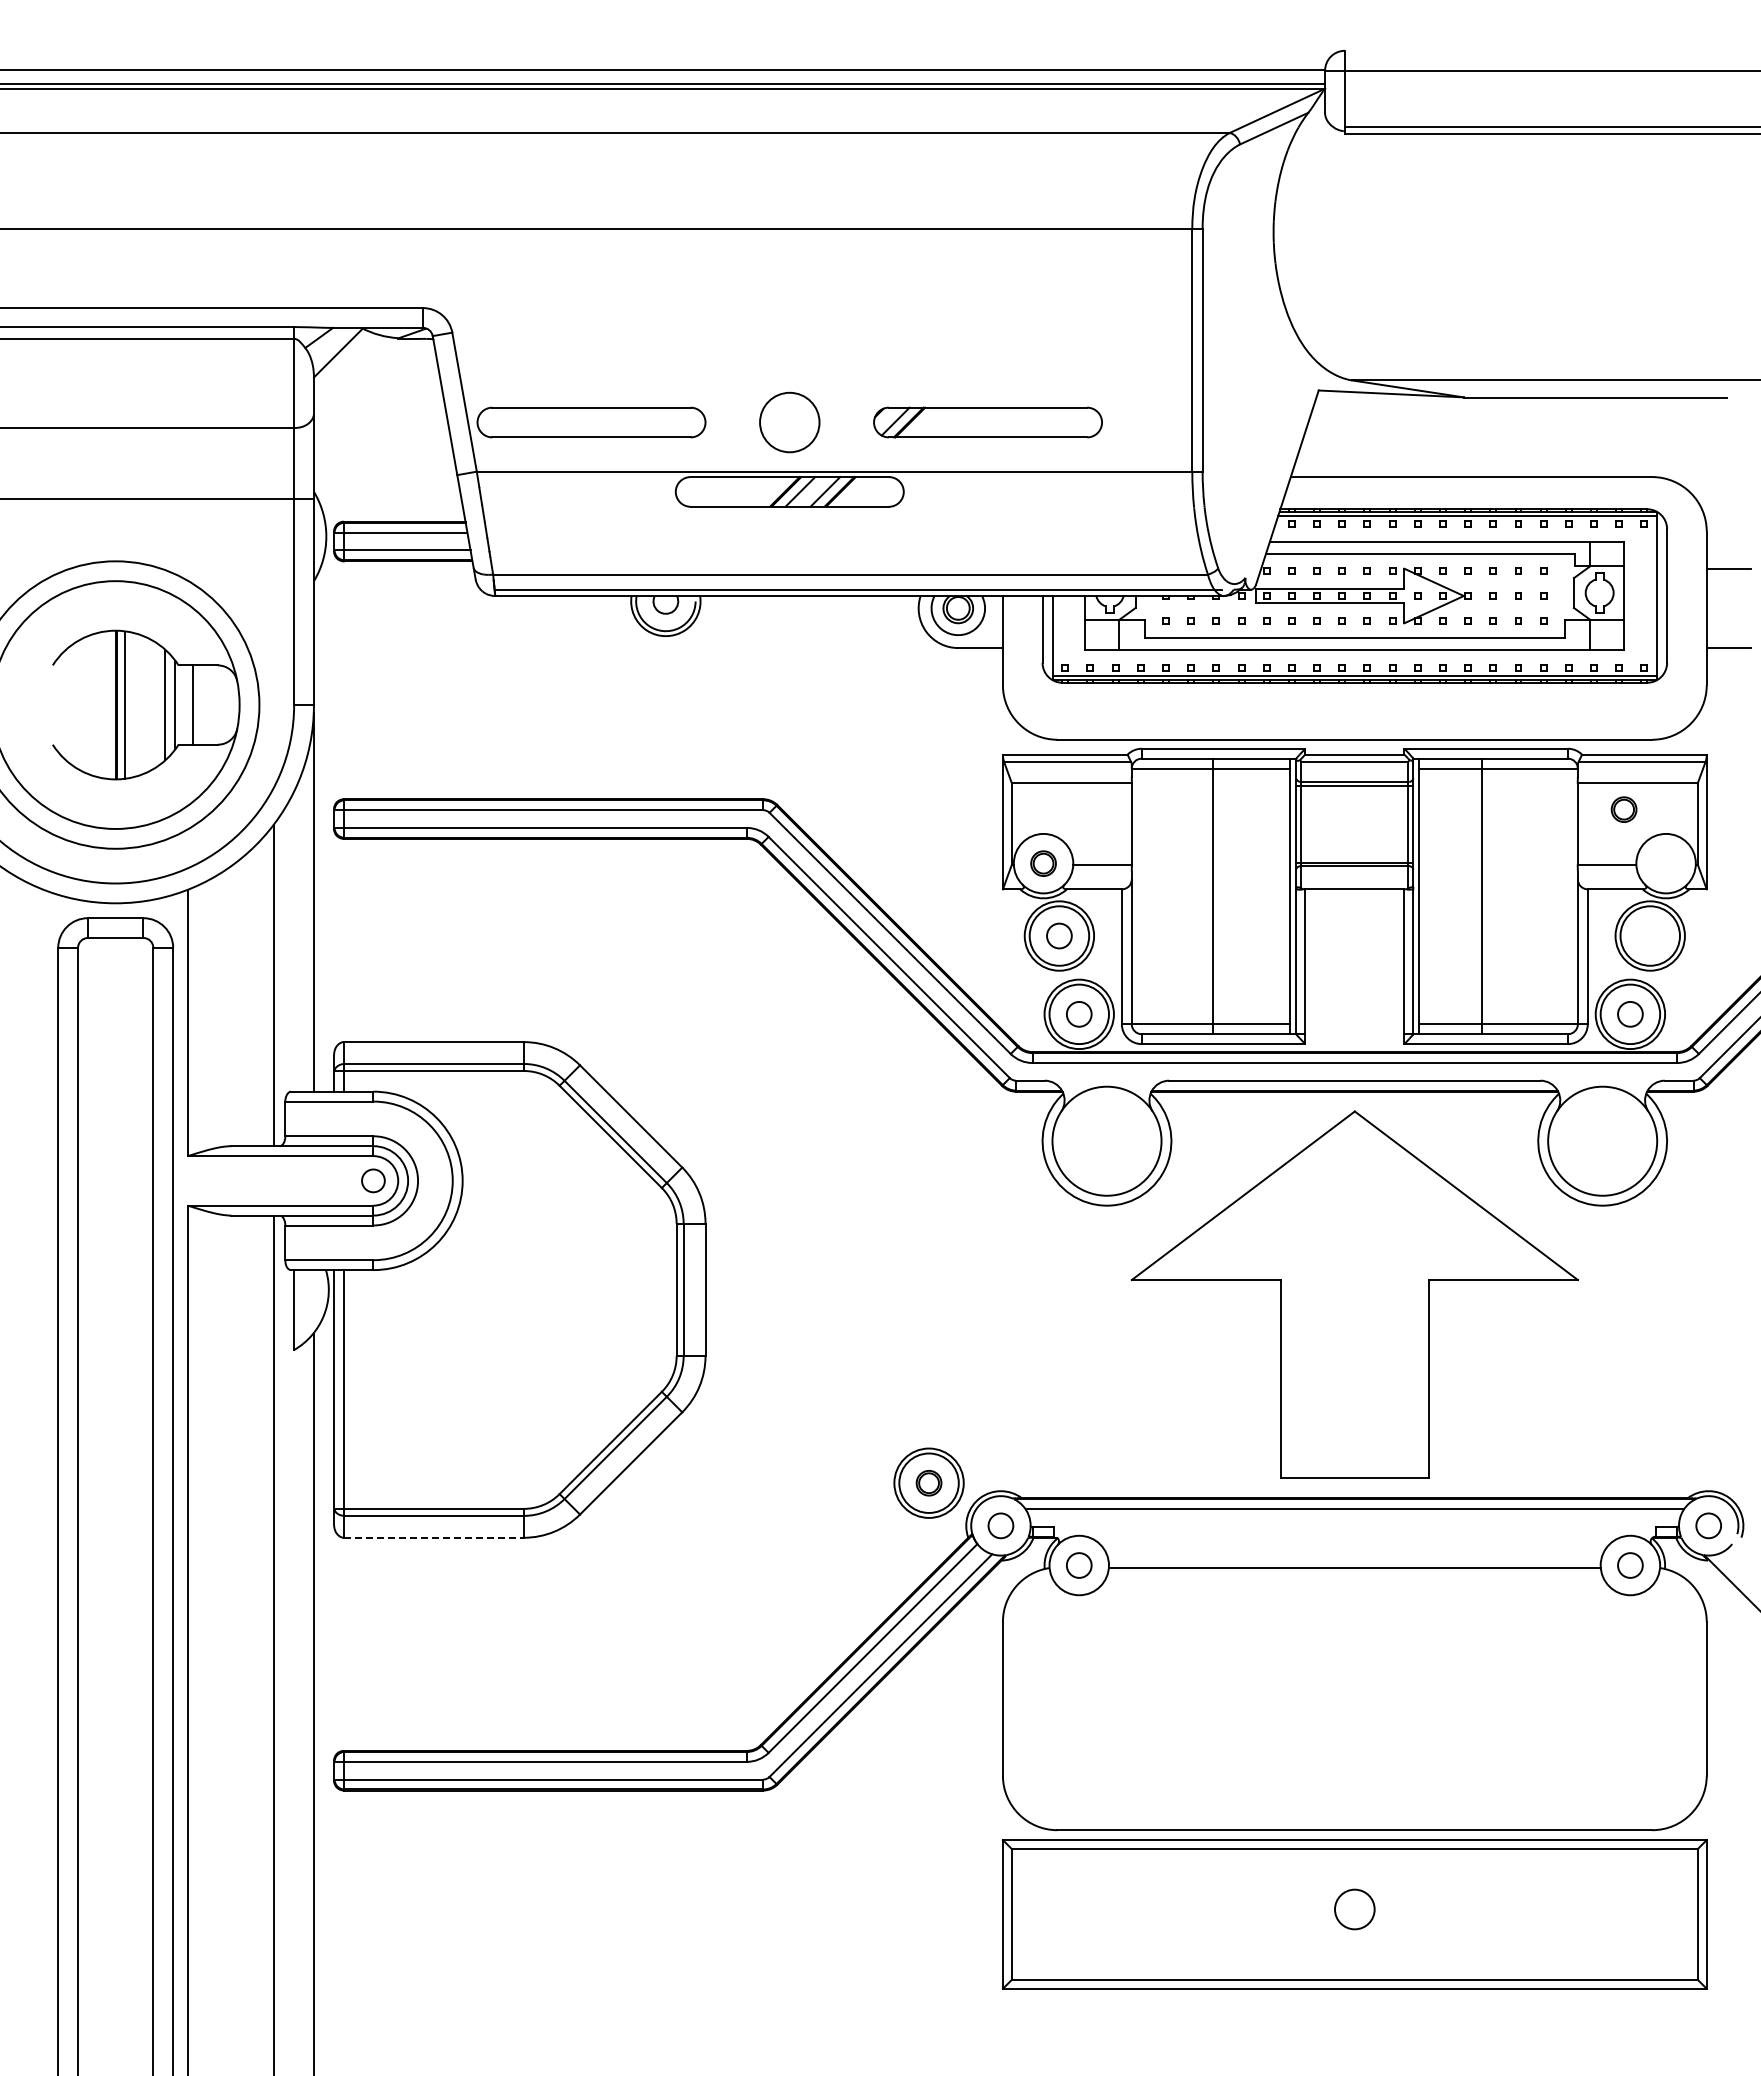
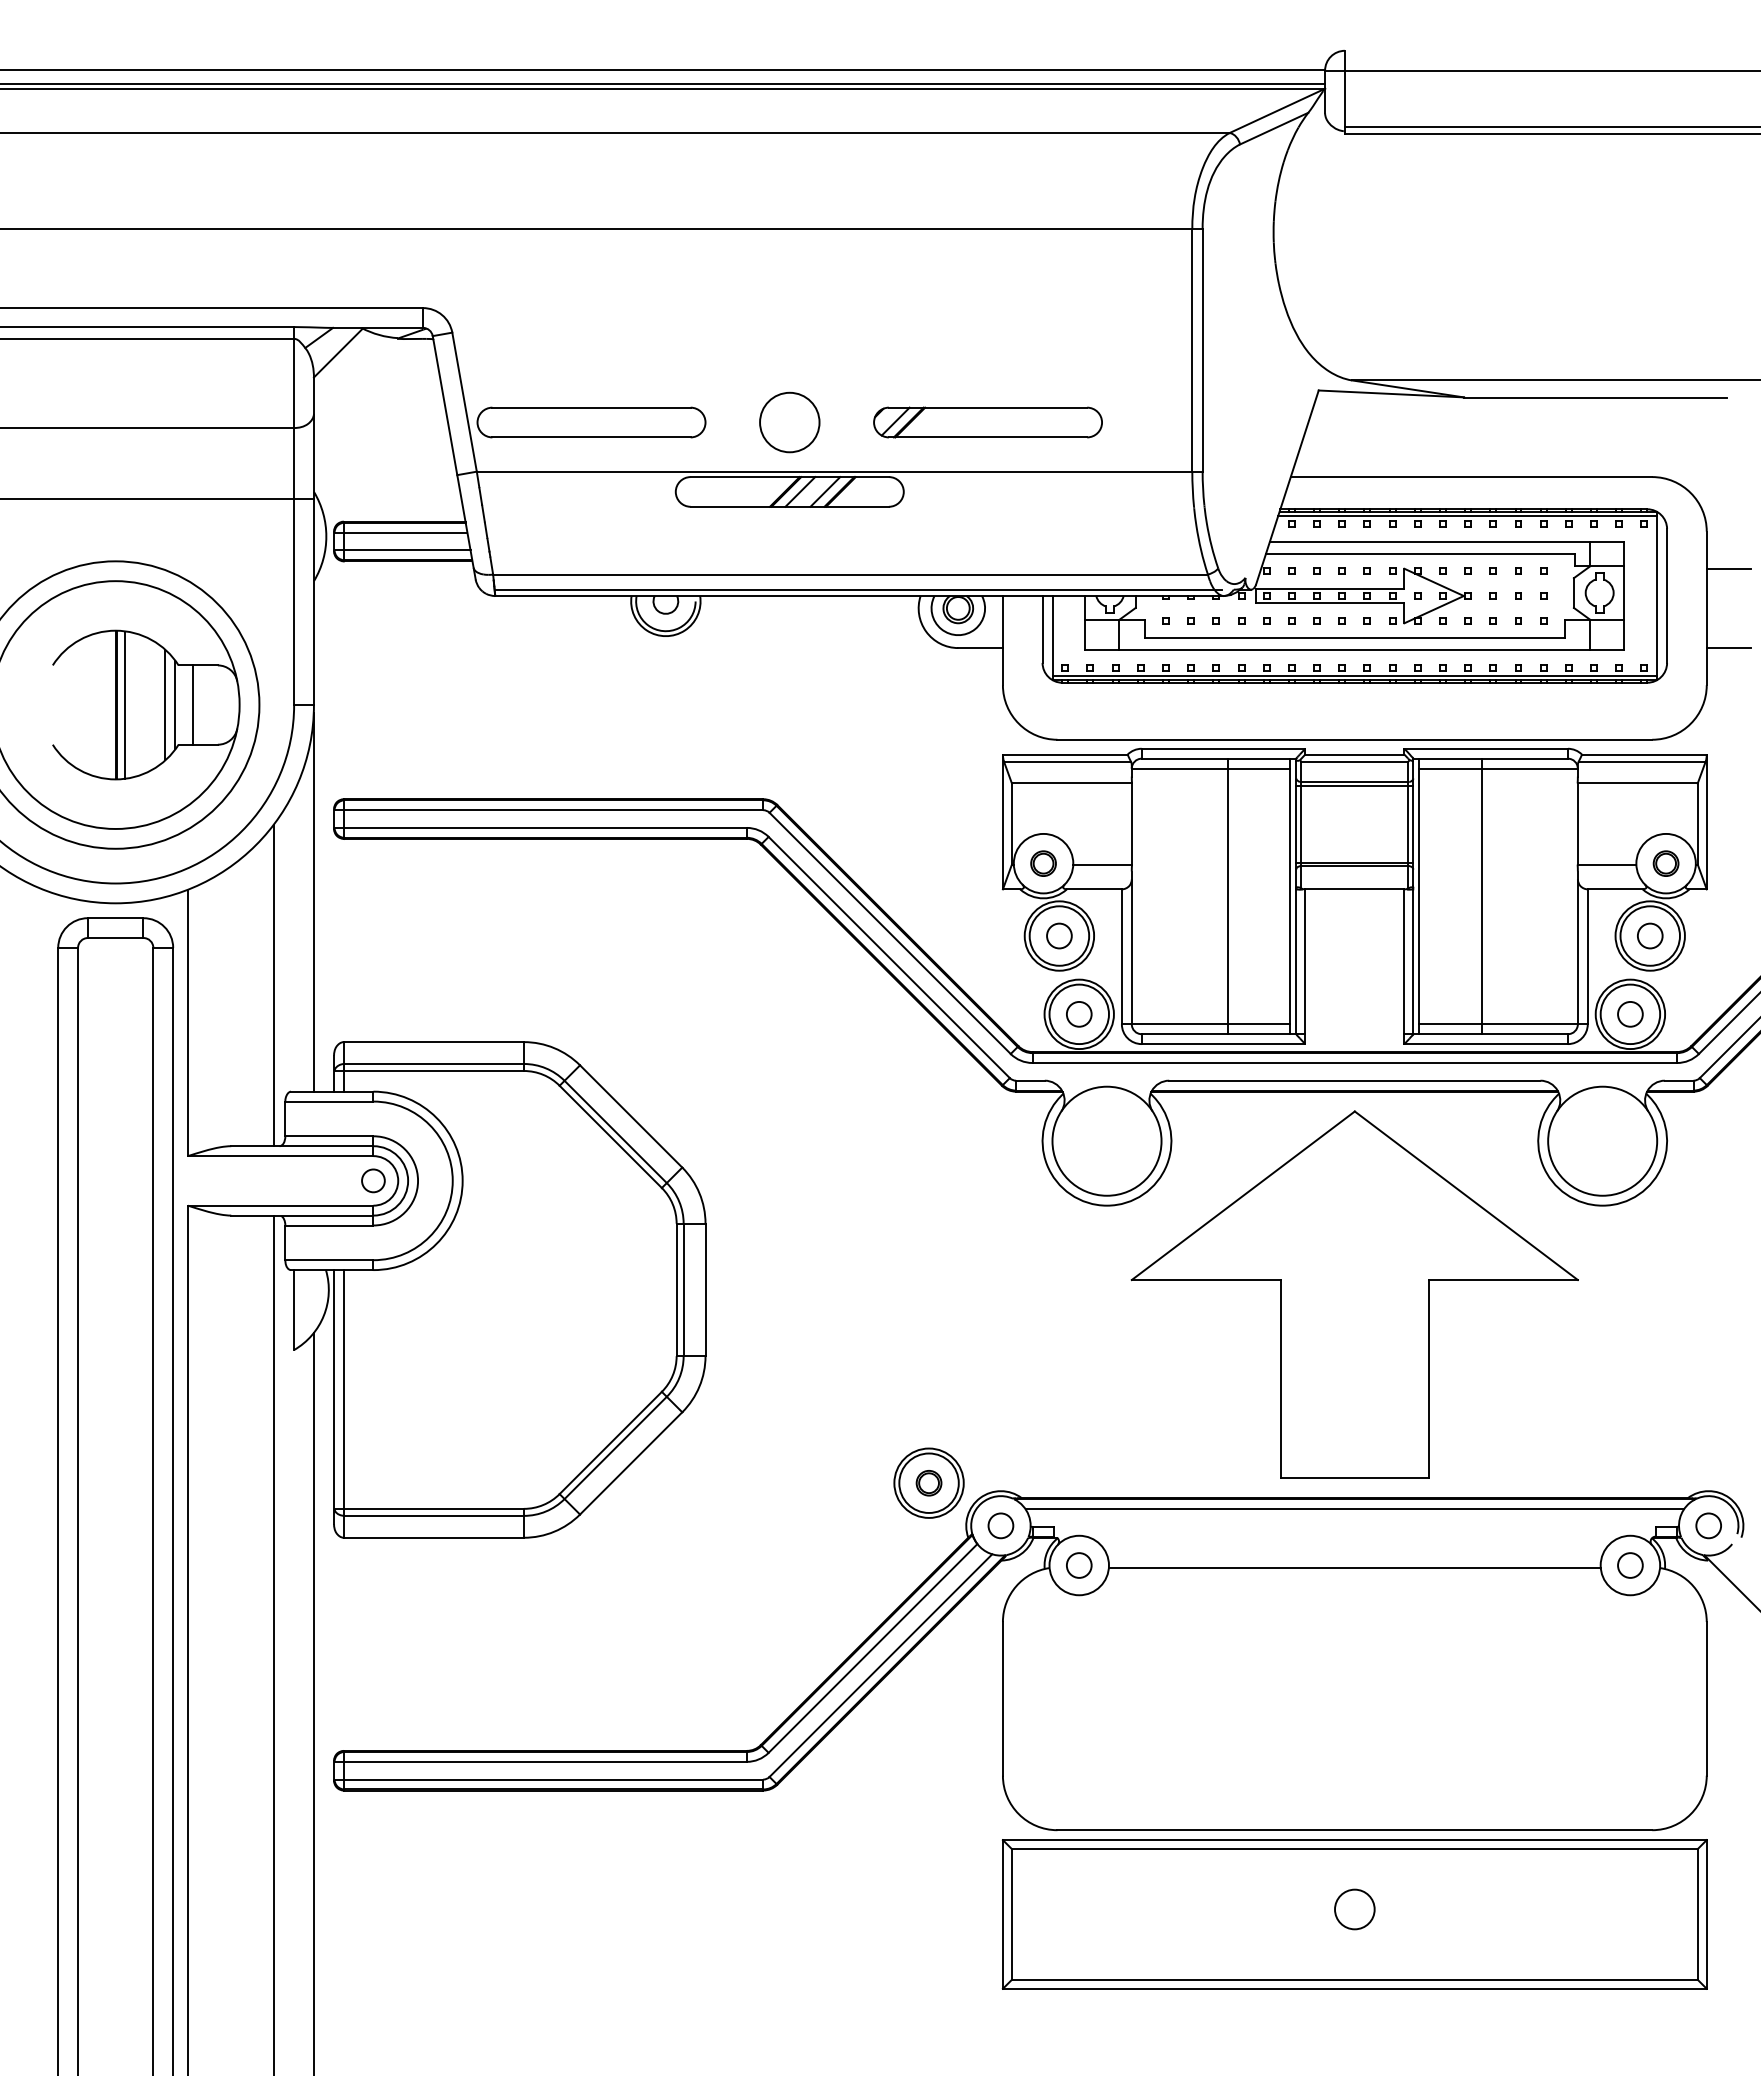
part at (1623, 809) position: (1623, 809) -> (1665, 863)
line at (1212, 896) position: (1212, 896) -> (1227, 896)
circle at (1650, 935): none -> present
line at (434, 1537): dashed -> solid
